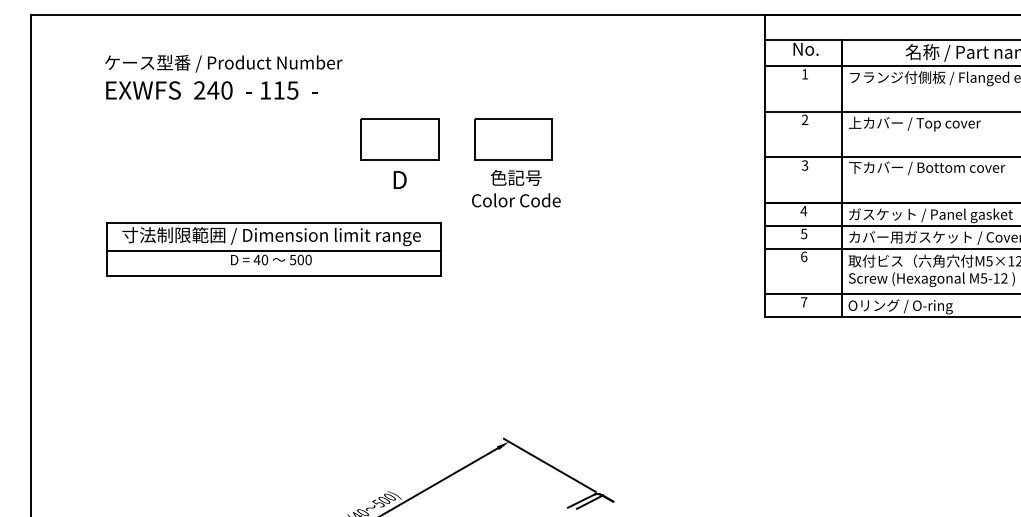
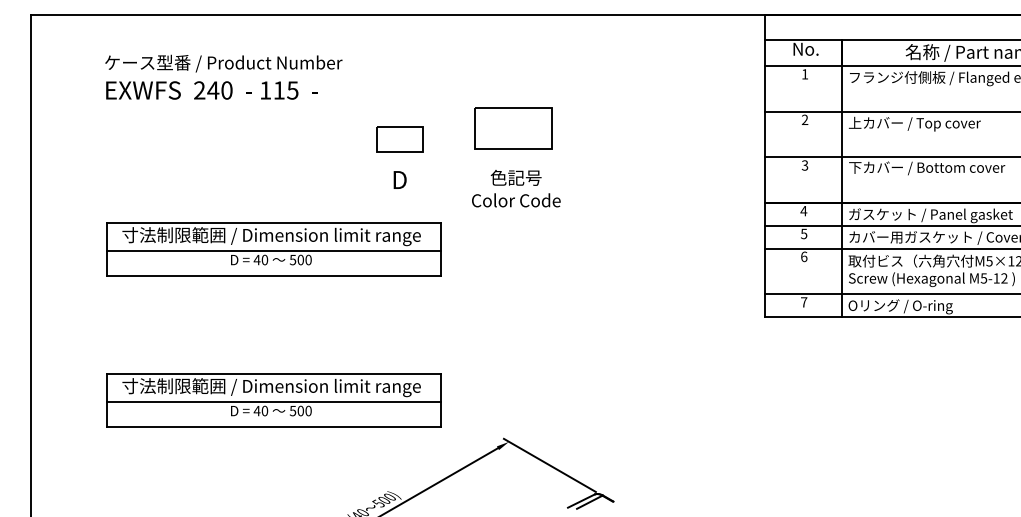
part at (399, 139) size: 80x43 px -> 48x27 px
part at (513, 139) position: (513, 139) -> (513, 128)
part at (273, 400): none -> present
